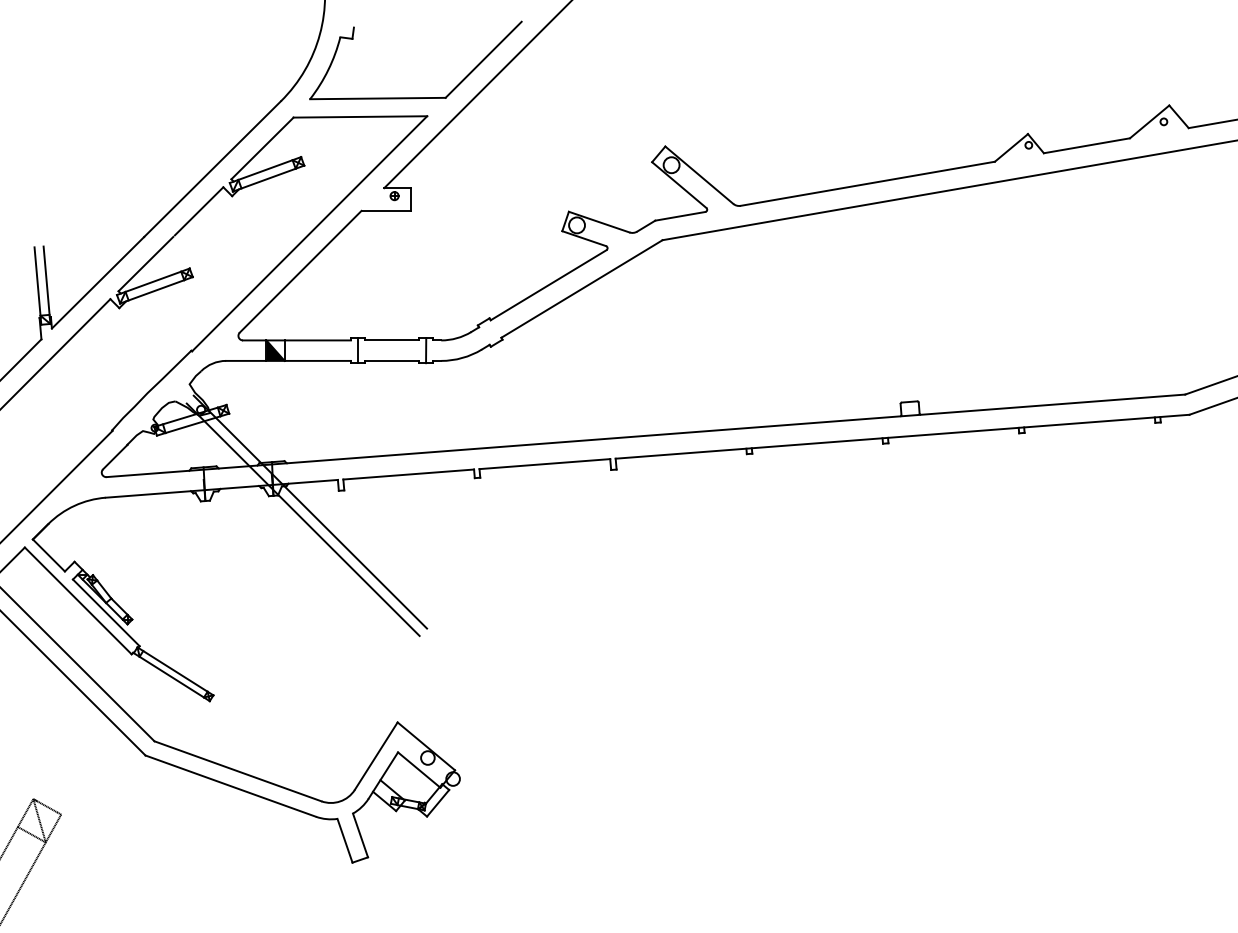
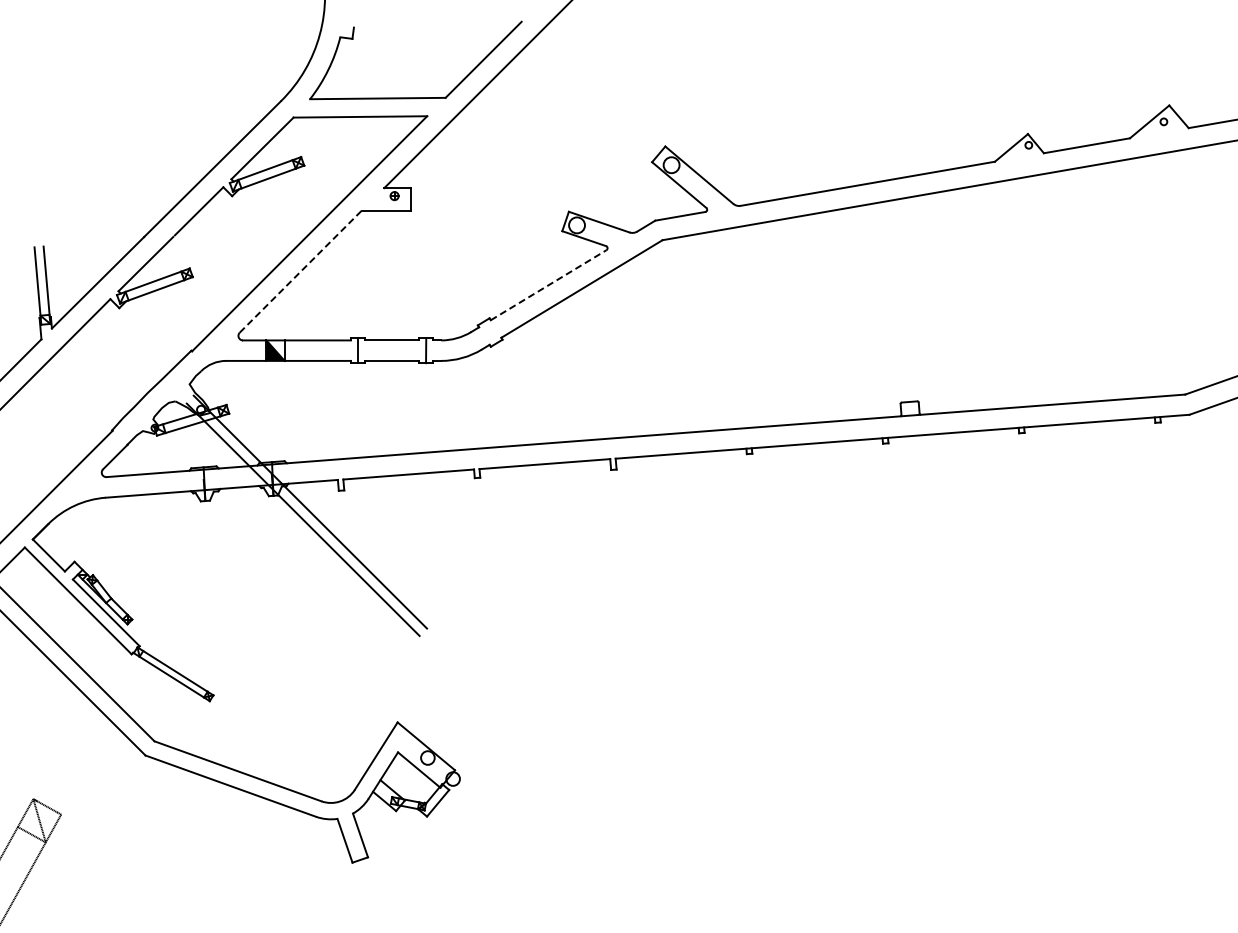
line at (301, 271): solid -> dashed
line at (548, 285): solid -> dashed
